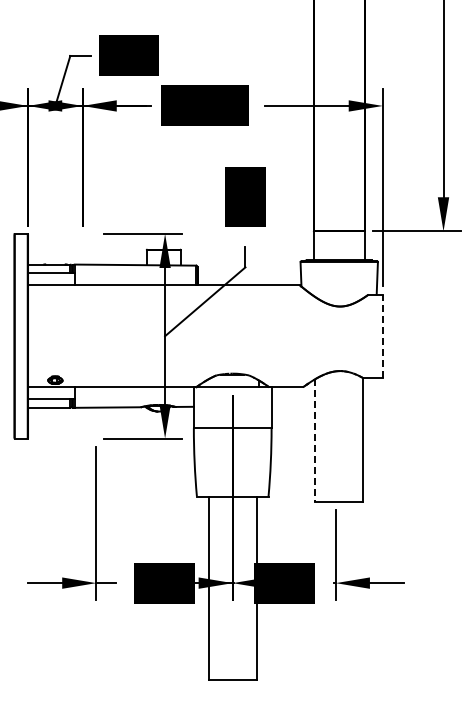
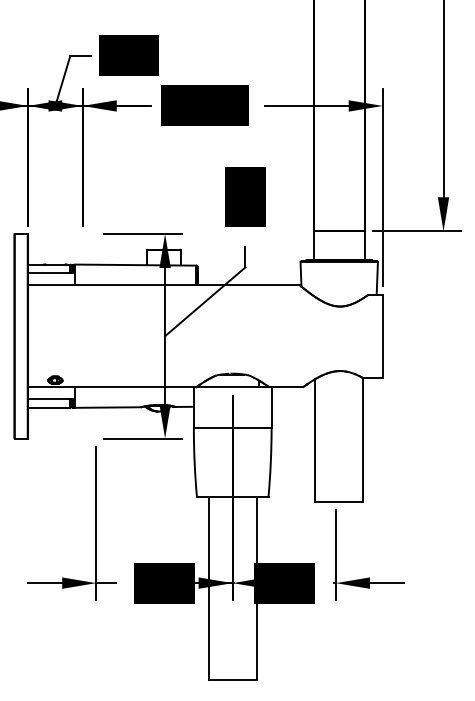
line at (382, 336): dashed -> solid
line at (315, 441): dashed -> solid
